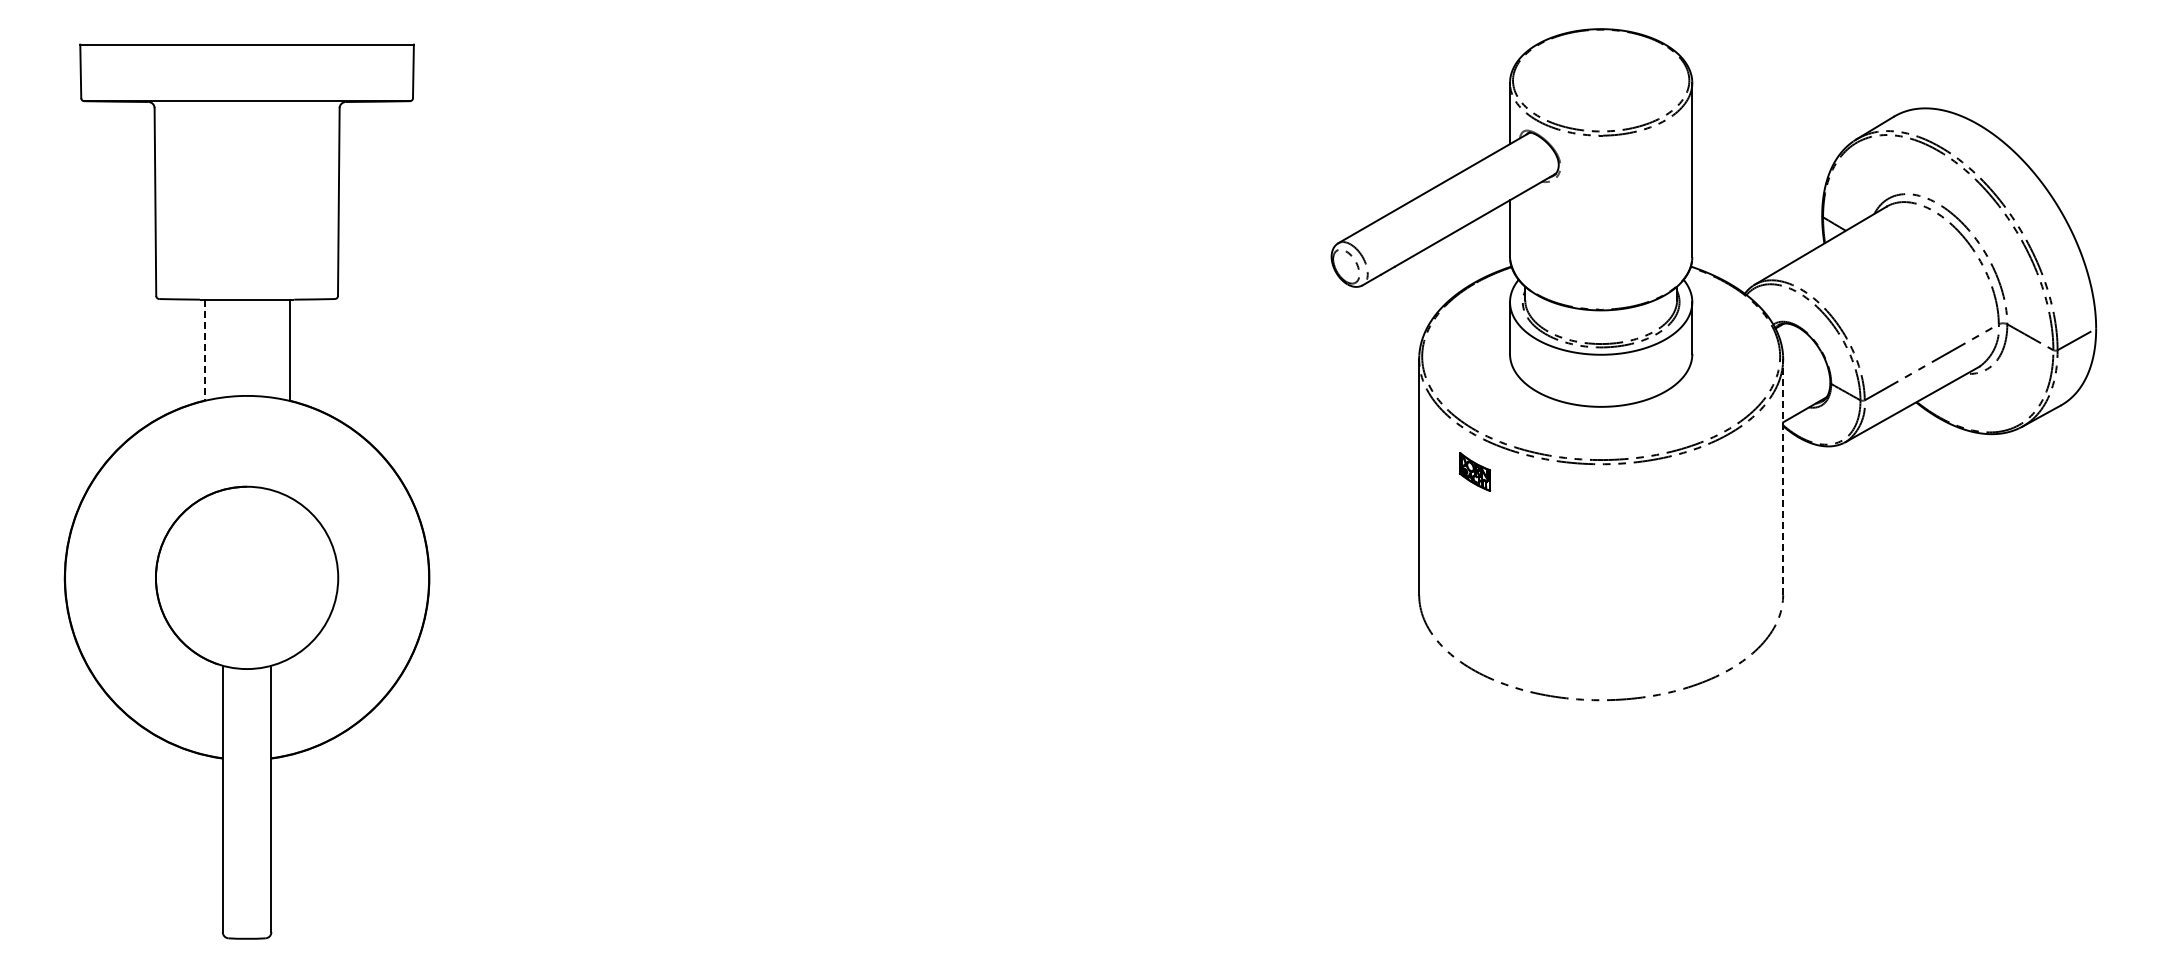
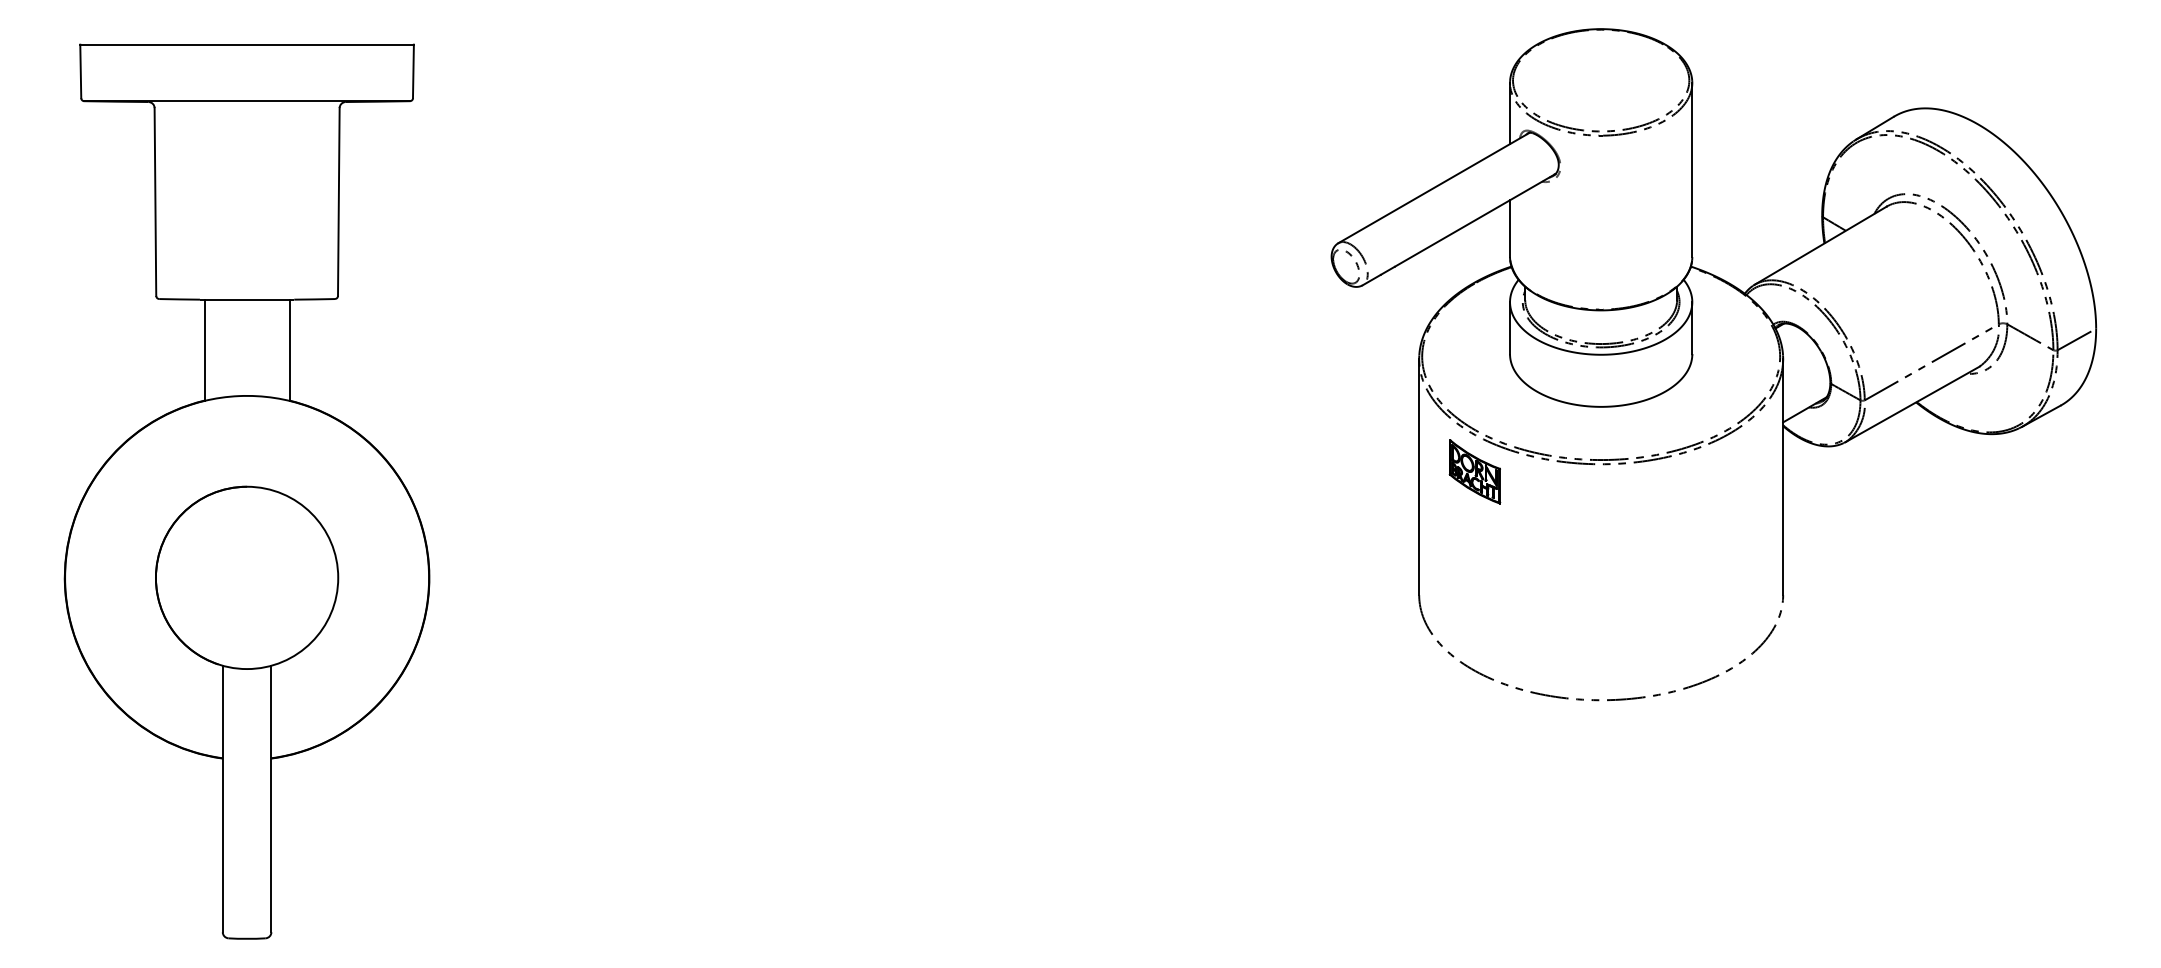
line at (204, 350): dashed -> solid
part at (1474, 471) size: 34x40 px -> 54x66 px
line at (1783, 477): dashed -> solid
